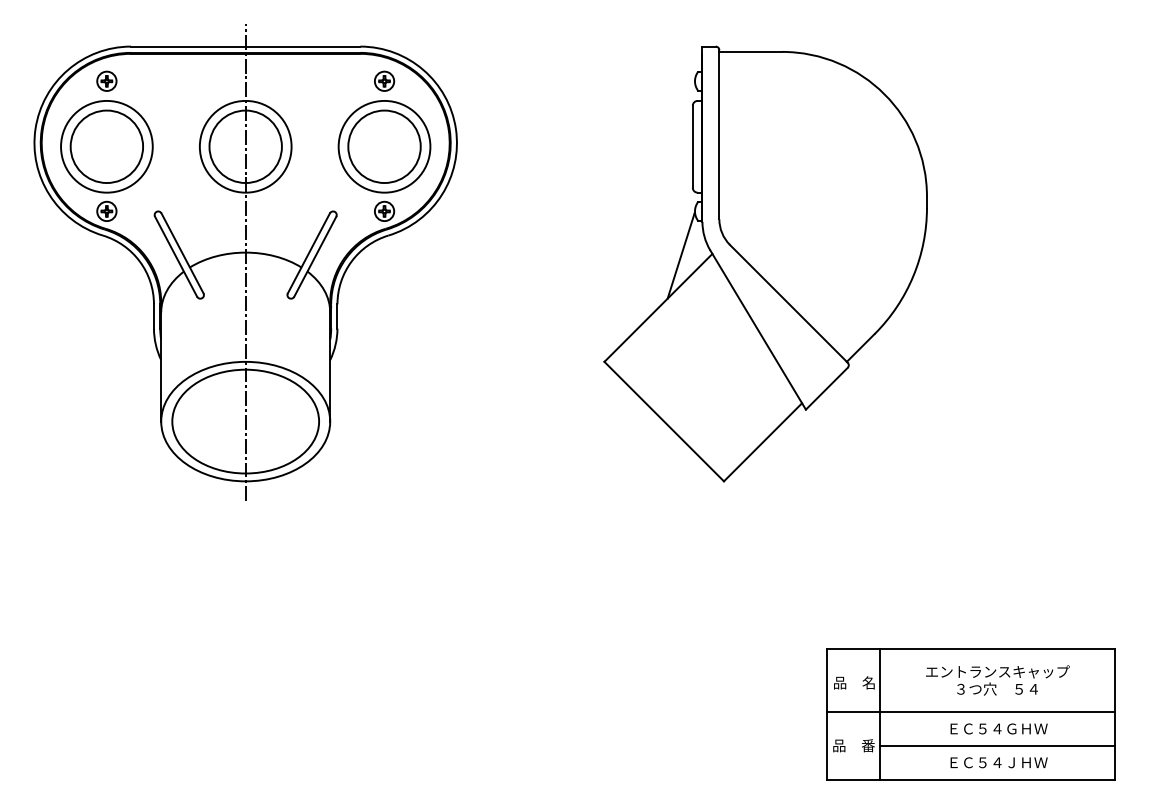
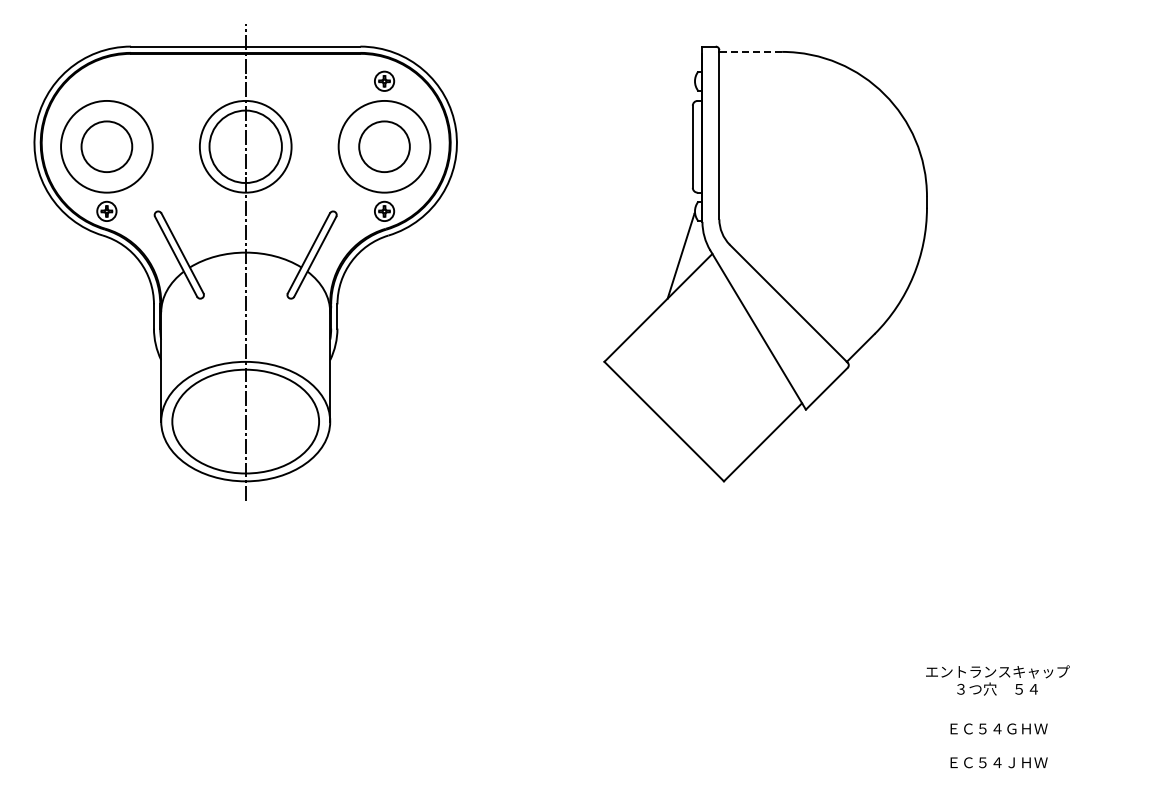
line at (750, 51): solid -> dashed
part at (106, 80): present -> none
circle at (106, 146) diameter: 72 px -> 51 px
circle at (384, 146) diameter: 72 px -> 51 px
part at (970, 714): present -> none
